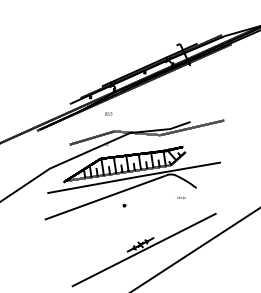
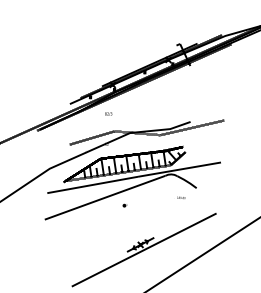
line at (195, 249) position: (195, 249) -> (203, 254)
